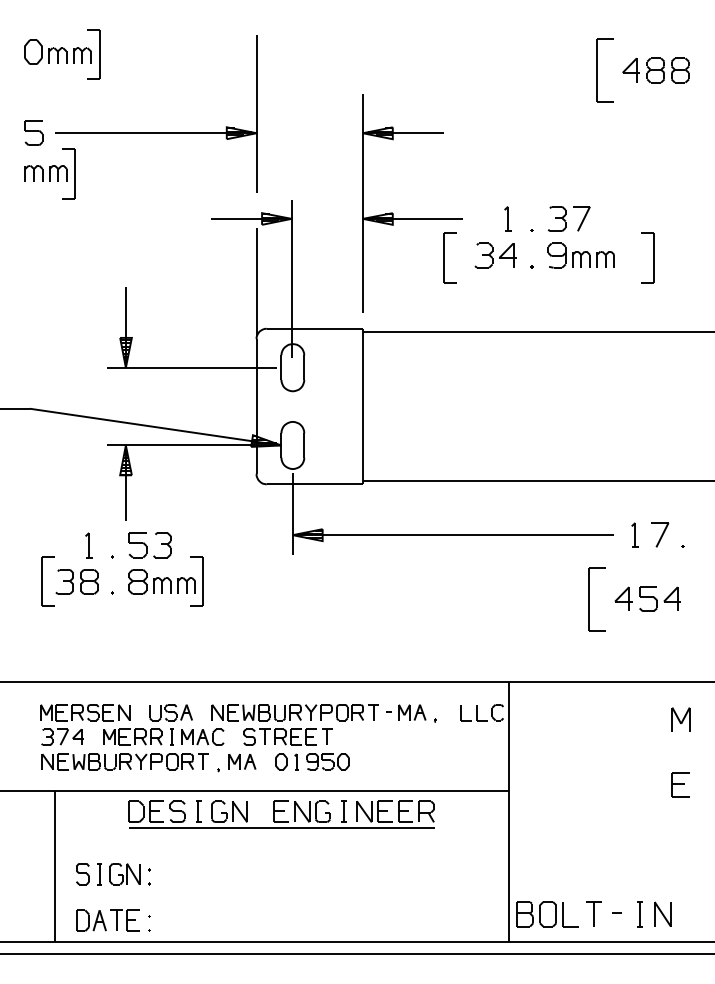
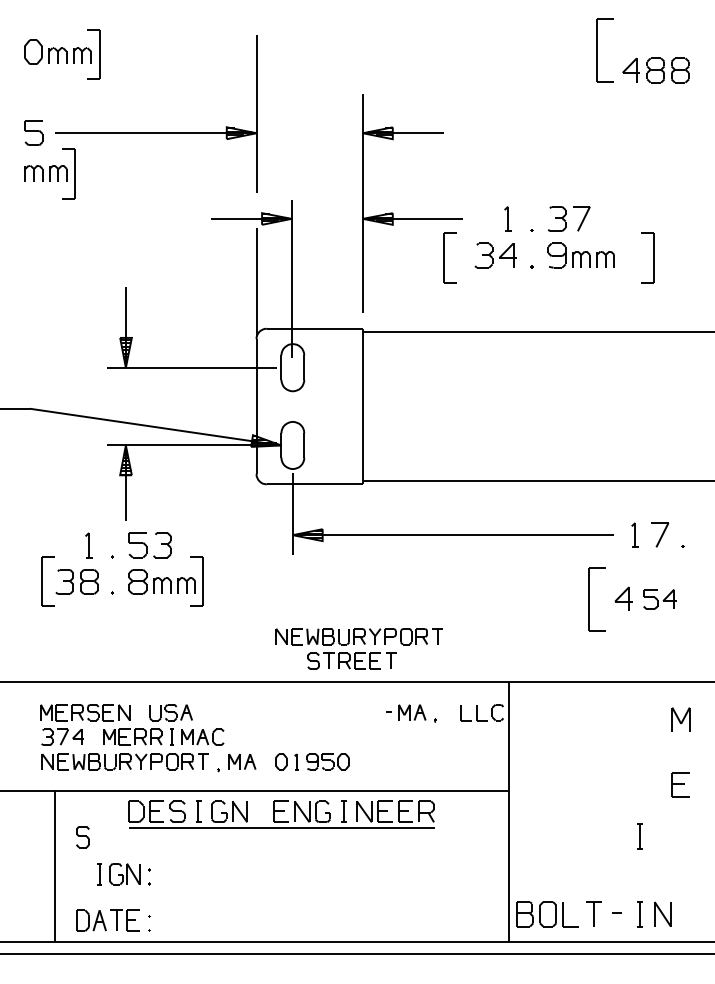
part at (597, 70) position: (597, 70) -> (597, 50)
part at (659, 598) size: 42x26 px -> 34x21 px
part at (294, 724) position: (294, 724) -> (358, 648)
part at (639, 836): none -> present
part at (82, 874) position: (82, 874) -> (82, 837)
